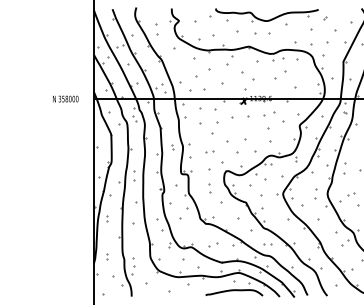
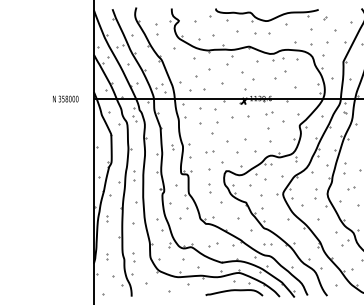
part at (269, 113) size: 13x6 px -> 9x5 px
part at (351, 194) position: (351, 194) -> (351, 188)
part at (133, 262) position: (133, 262) -> (133, 257)
